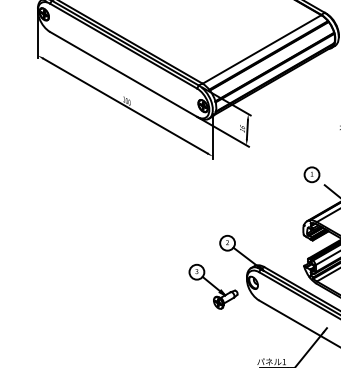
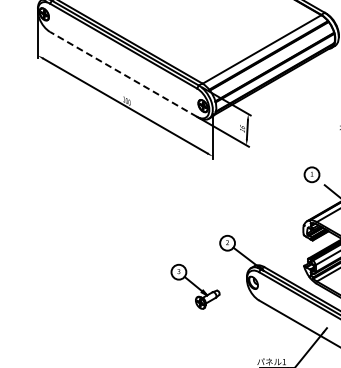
line at (123, 74): solid -> dashed
part at (213, 286) position: (213, 286) -> (195, 286)
